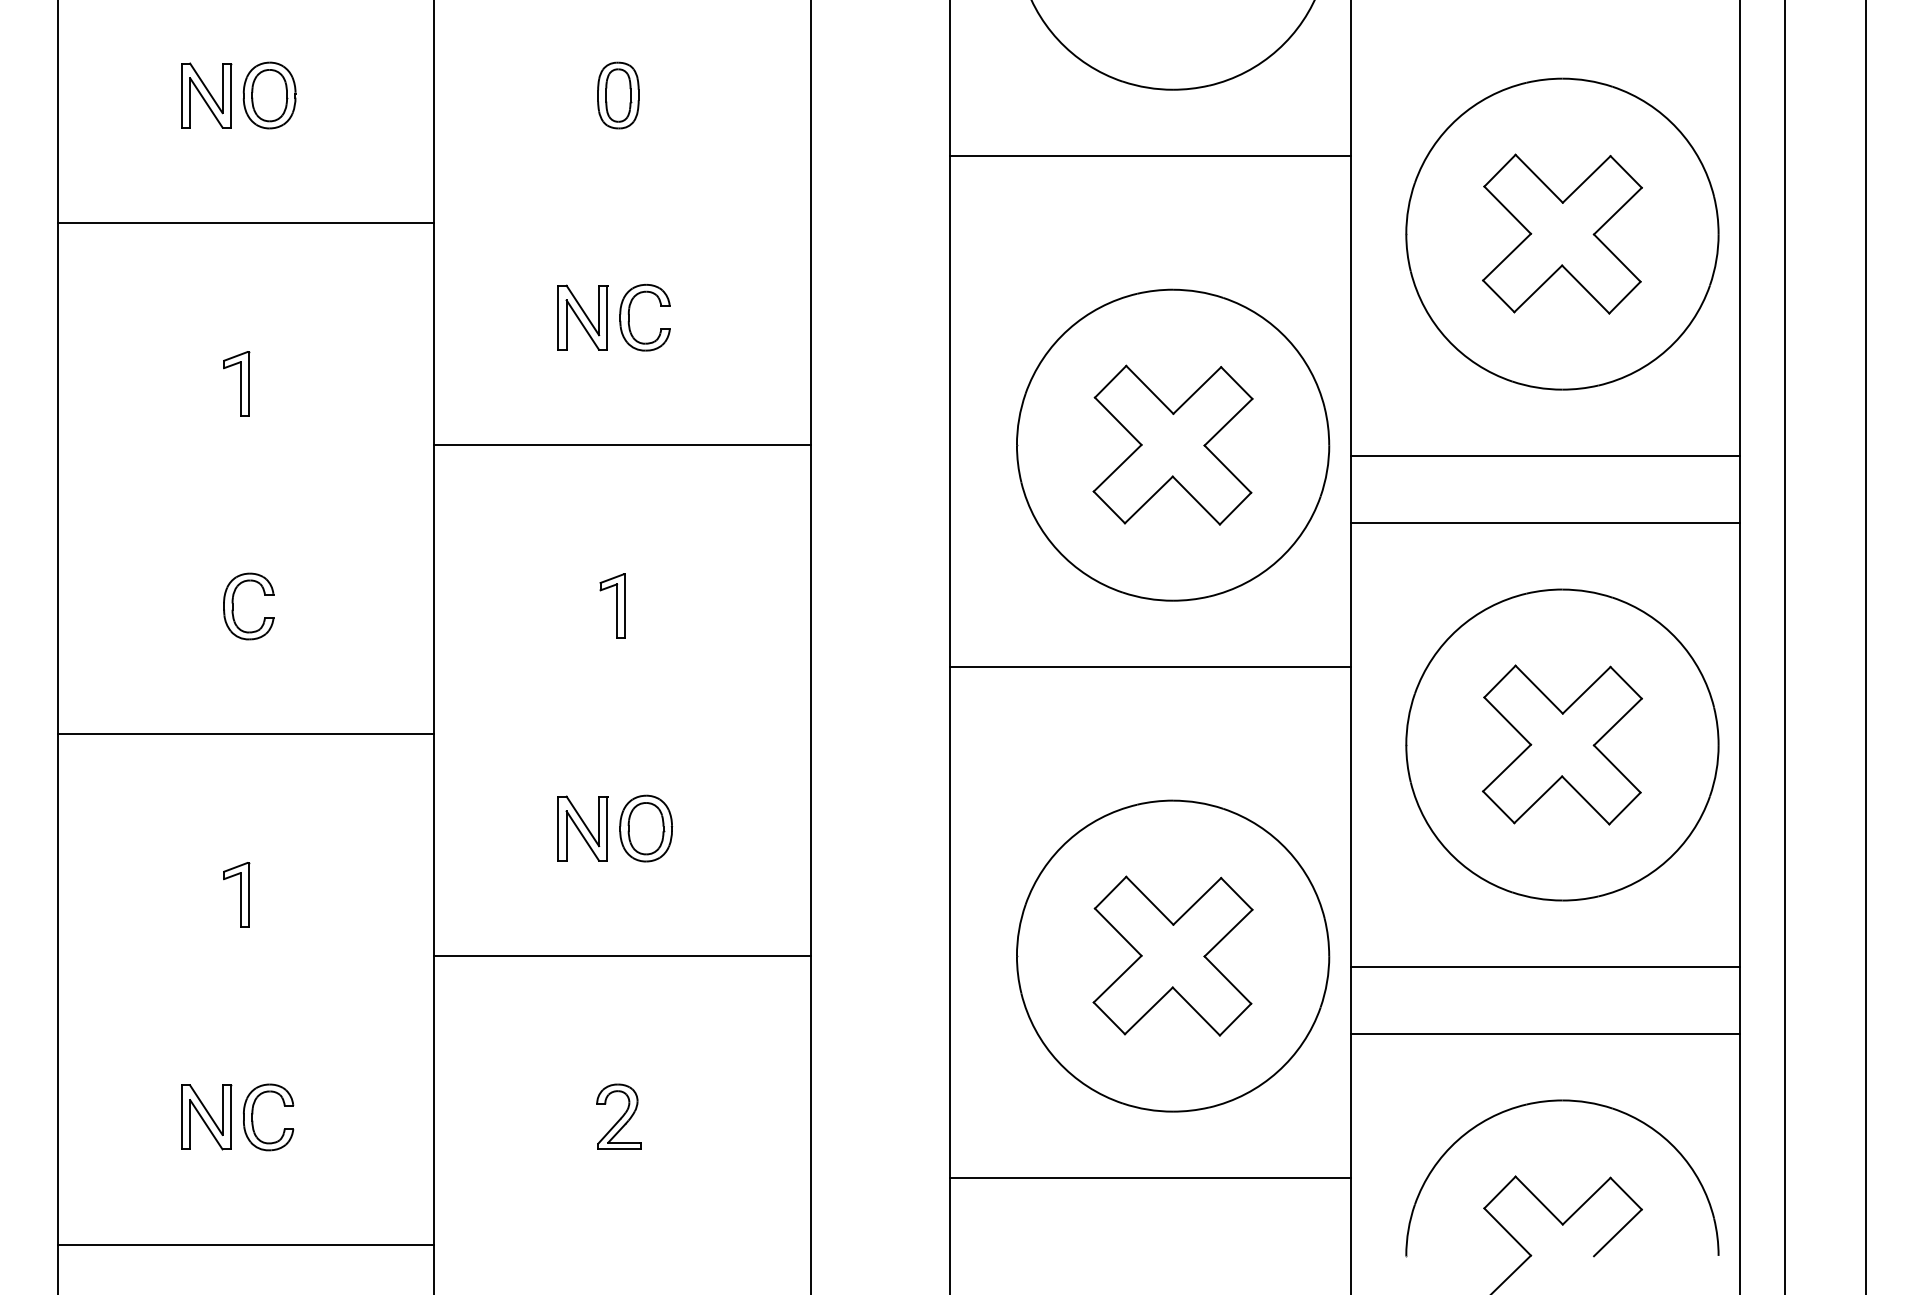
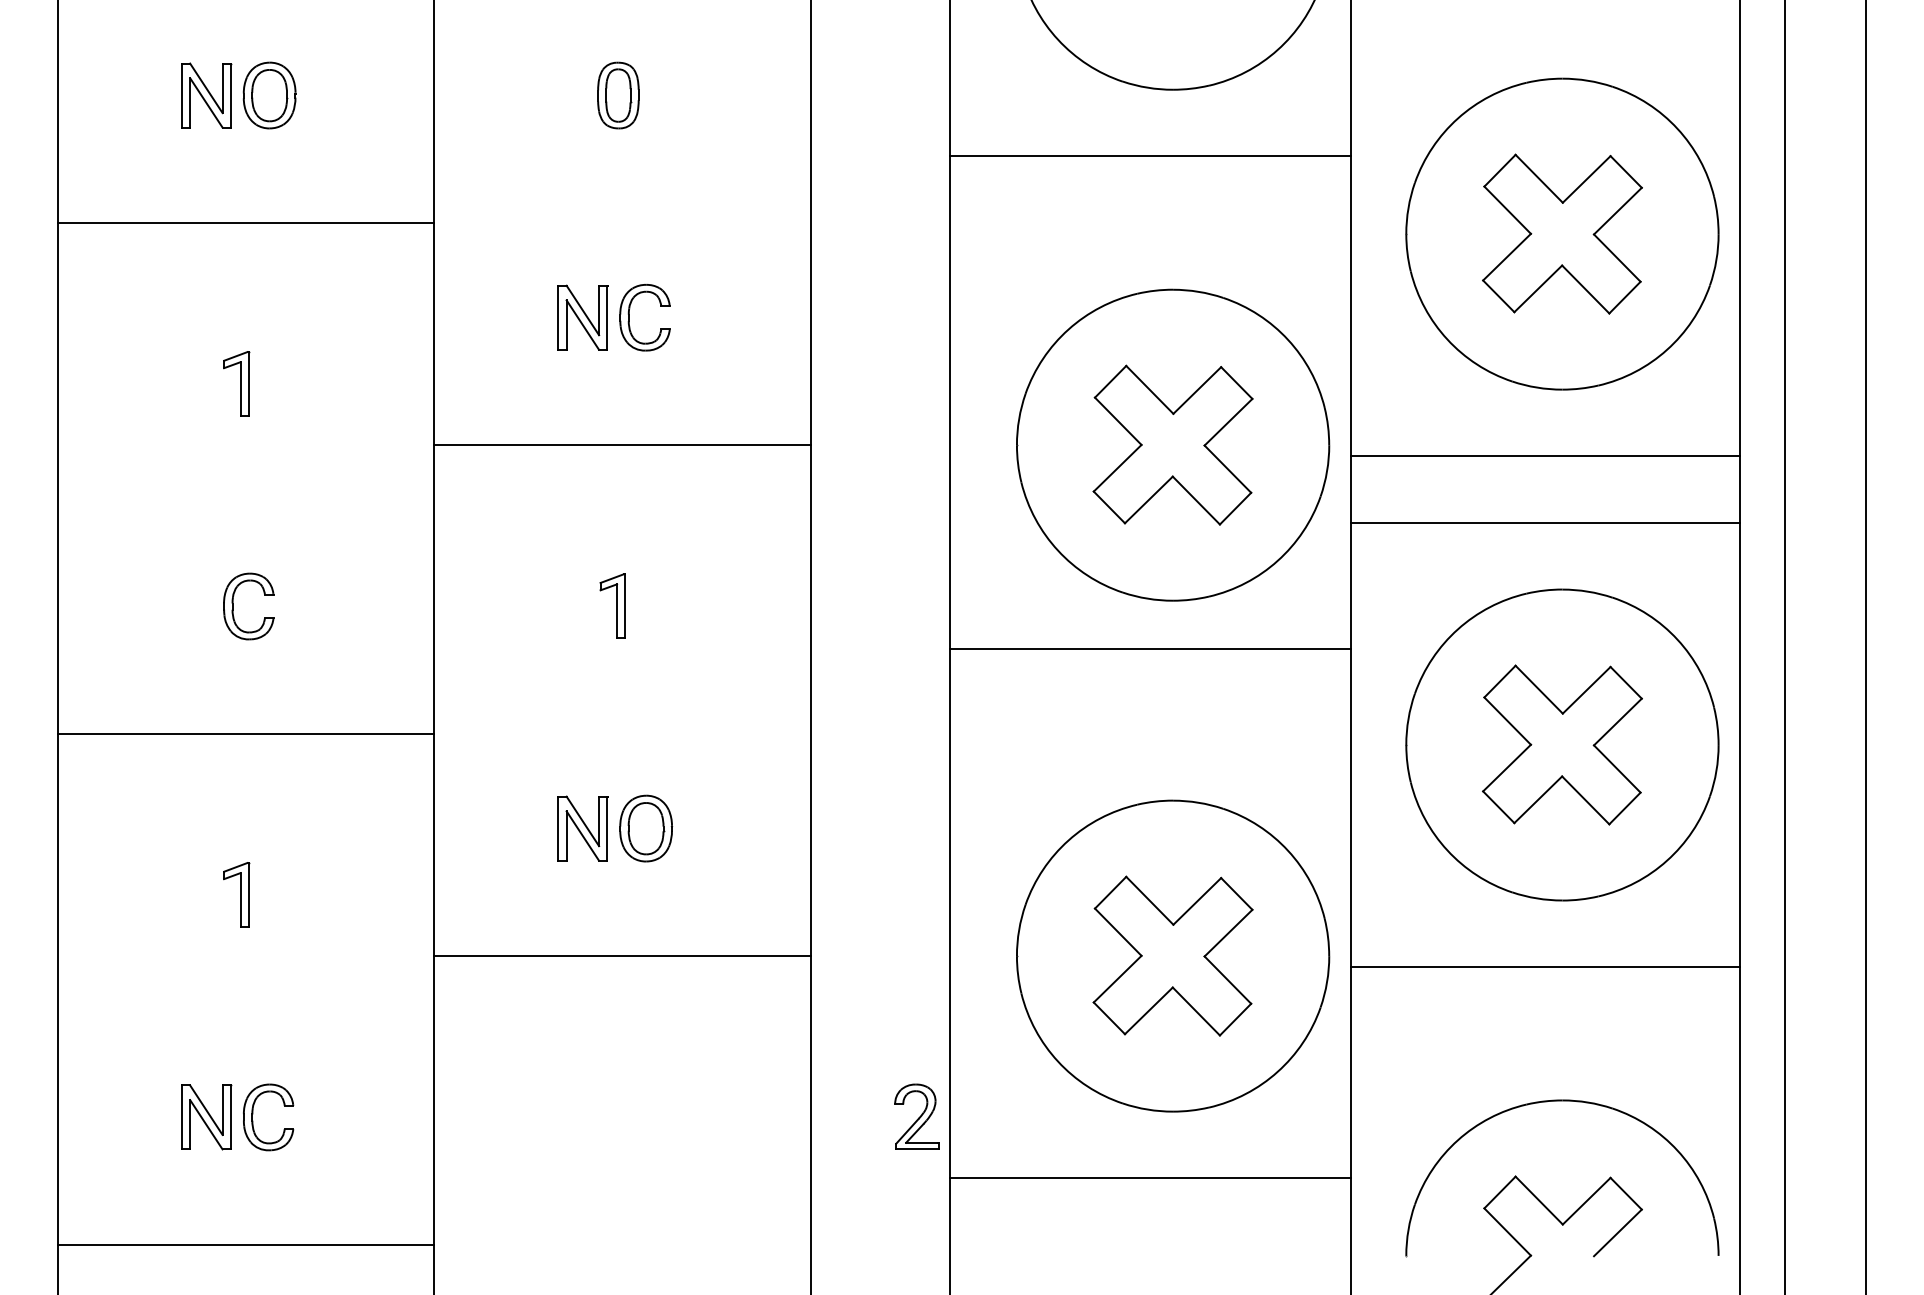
line at (1150, 667) position: (1150, 667) -> (1150, 649)
line at (1545, 1033): present -> none
part at (618, 1116) position: (618, 1116) -> (916, 1116)
